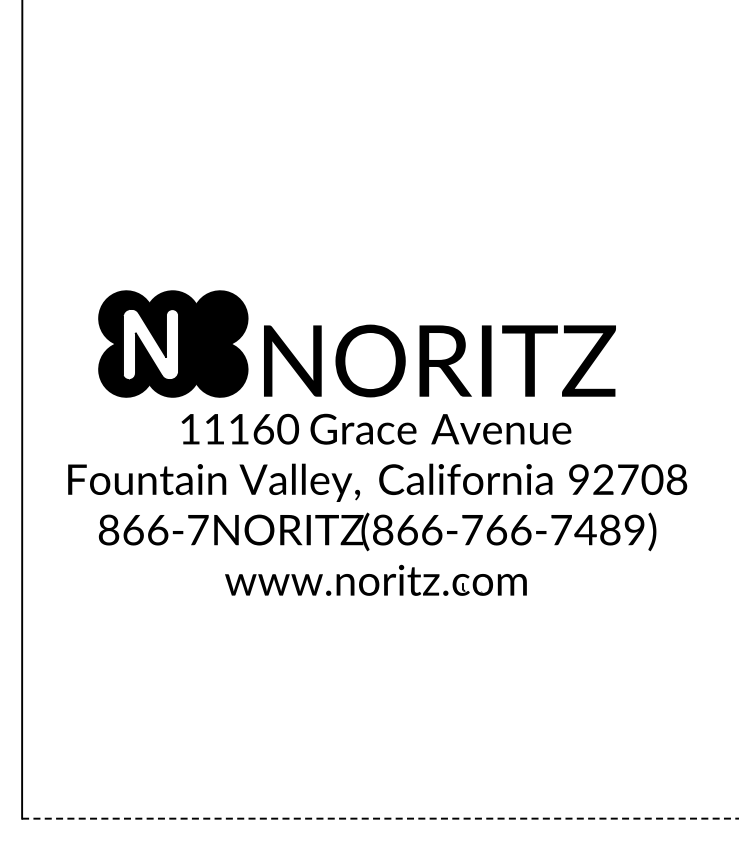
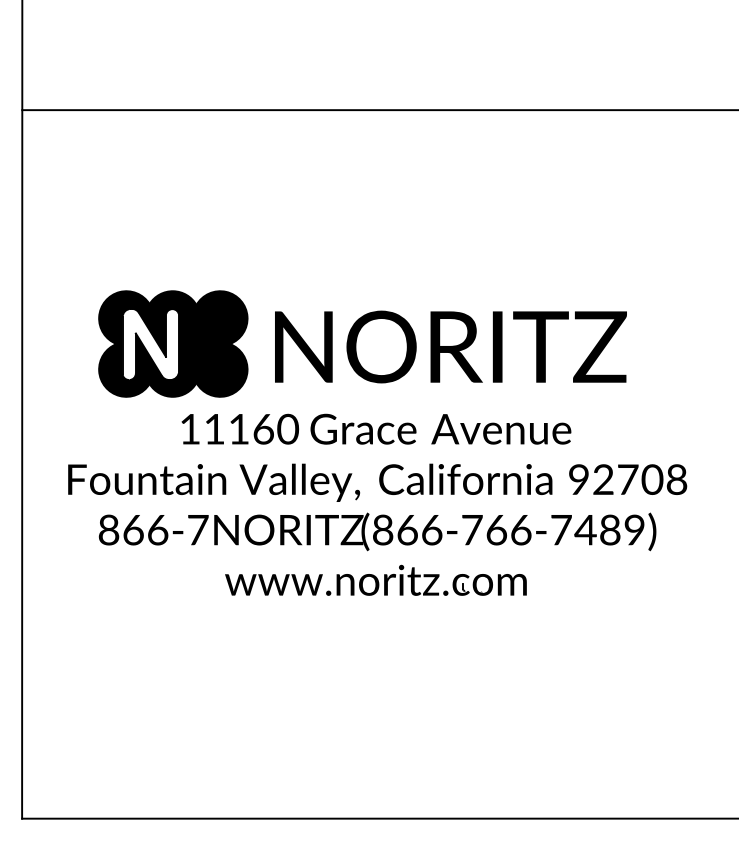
line at (378, 110): none -> present
text at (439, 360) position: (439, 360) -> (450, 346)
line at (380, 818): dashed -> solid
